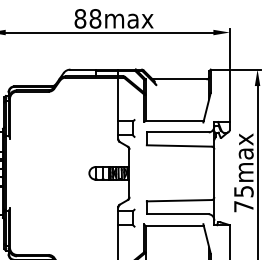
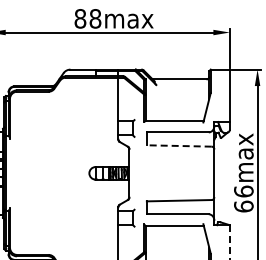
line at (178, 145): solid -> dashed
text at (243, 198): 75max -> 66max
line at (229, 242): solid -> dashed
